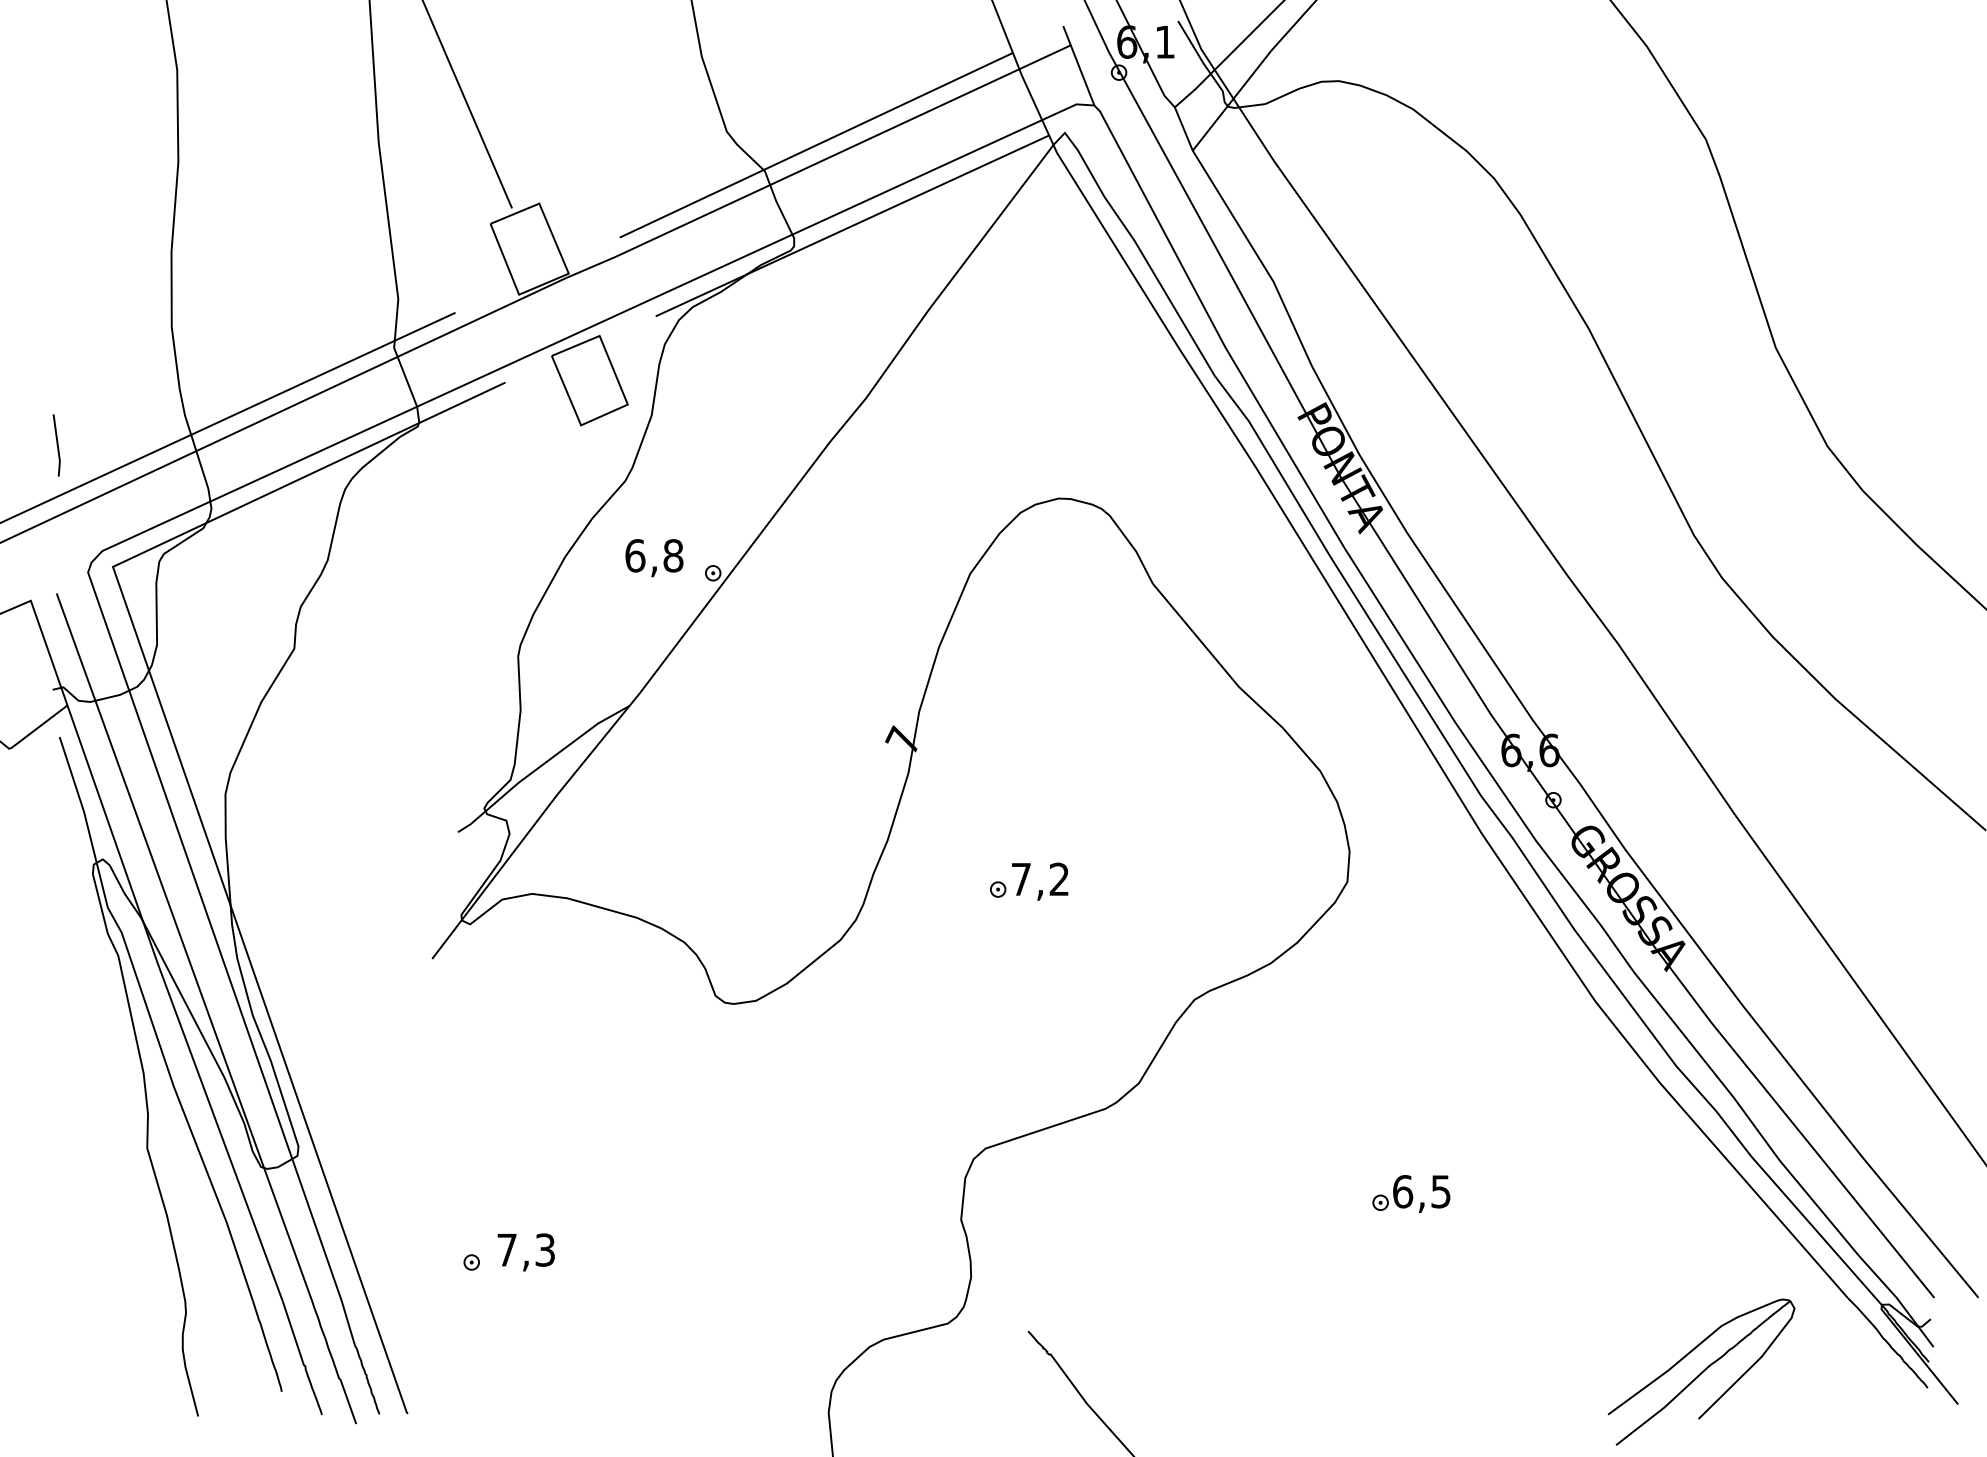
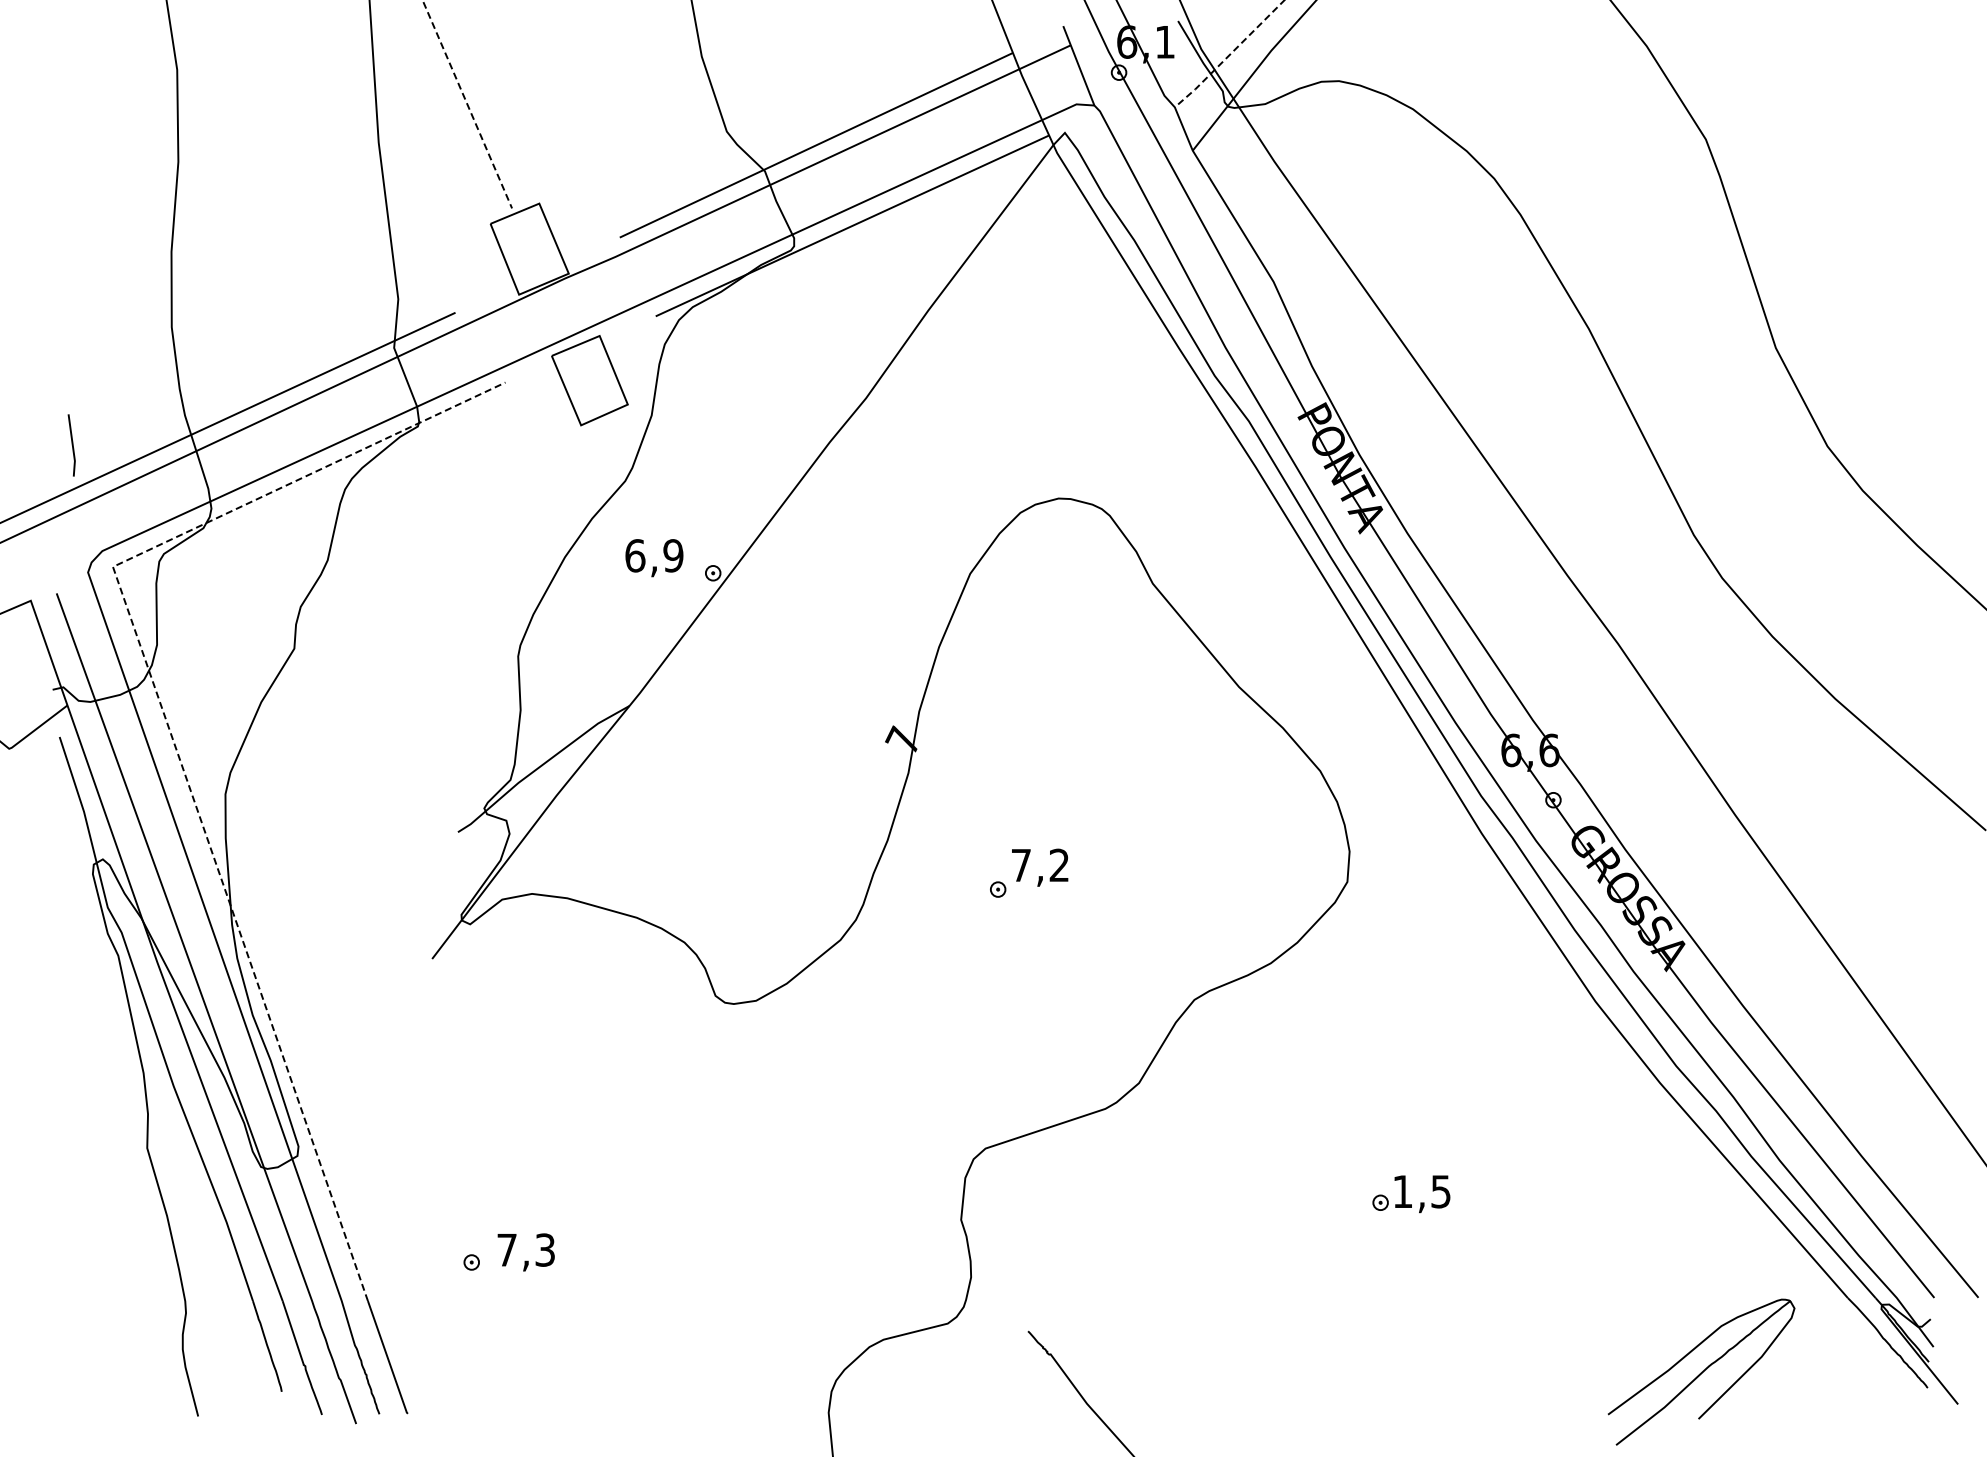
line at (1229, 54): solid -> dashed
line at (467, 104): solid -> dashed
line at (56, 445) position: (56, 445) -> (71, 445)
text at (673, 555): 6,8 -> 6,9
line at (169, 728): solid -> dashed
text at (1040, 881) position: (1040, 881) -> (1040, 867)
text at (1403, 1191): 6,5 -> 1,5
